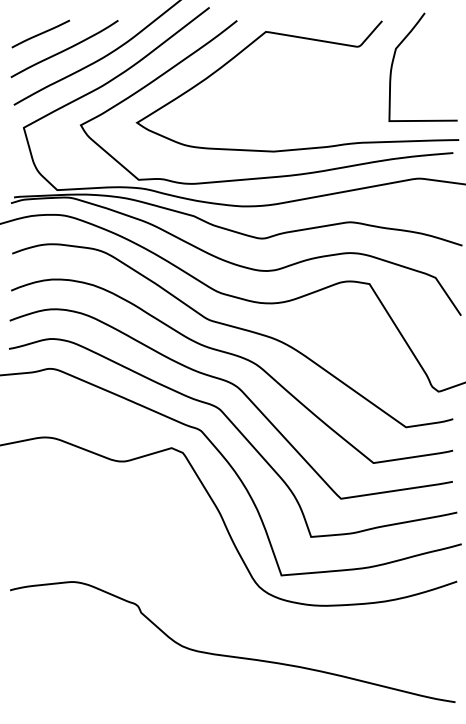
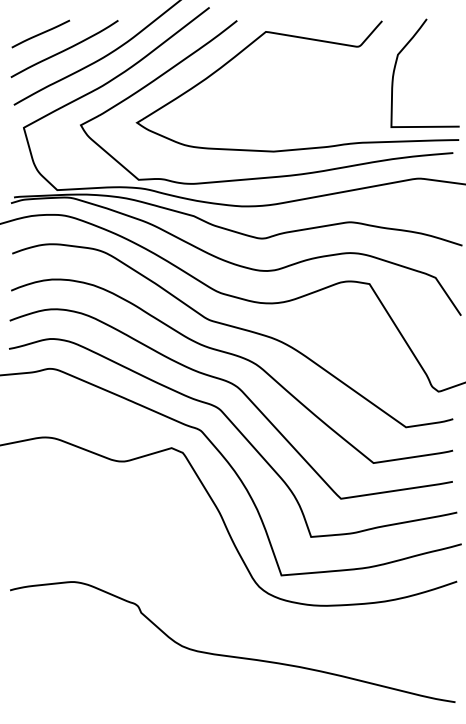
curve at (394, 59) position: (394, 59) -> (396, 65)
